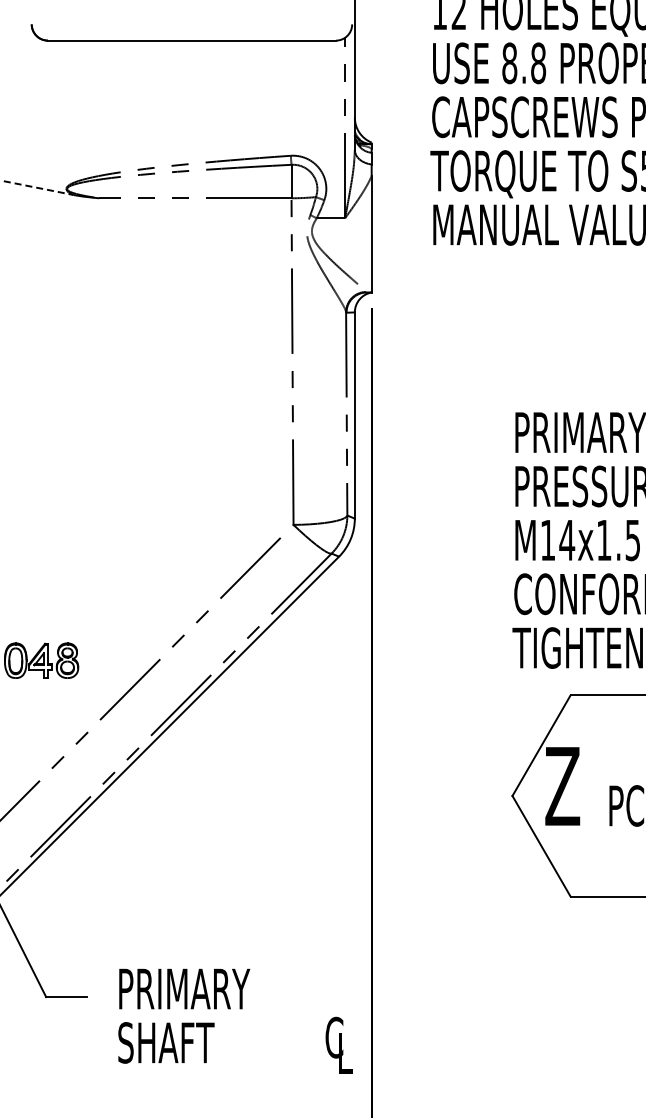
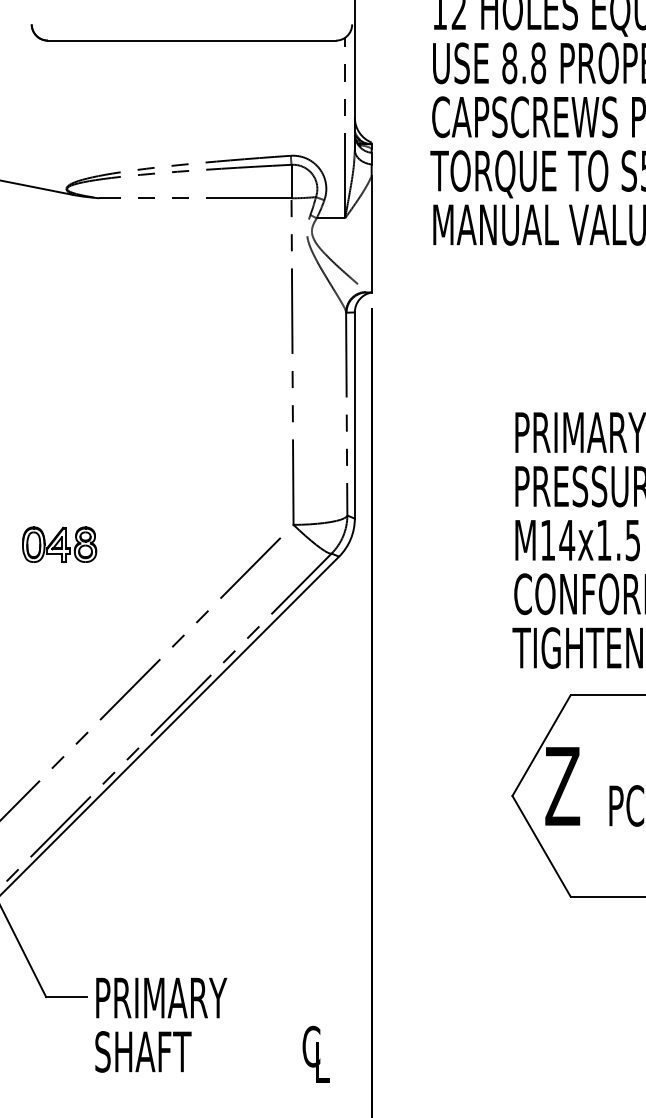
line at (37, 187): dashed -> solid
part at (41, 660) position: (41, 660) -> (59, 544)
text at (235, 1020) position: (235, 1020) -> (212, 1029)
